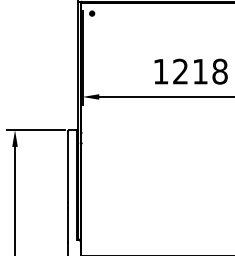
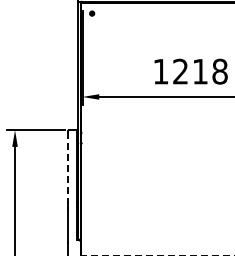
line at (68, 167): solid -> dashed
line at (157, 255): solid -> dashed
